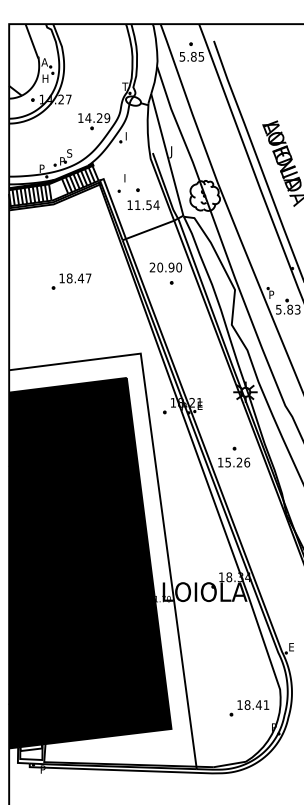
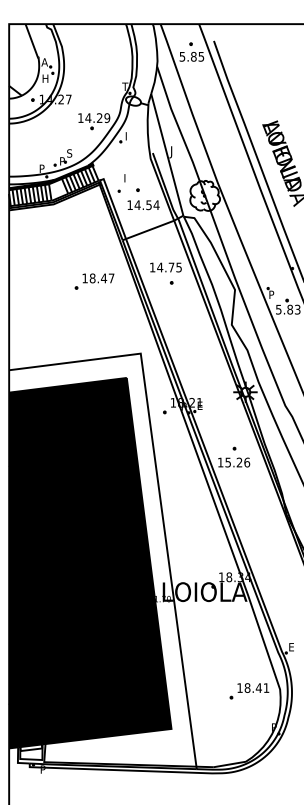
text at (137, 204): 11.54 -> 14.54
text at (165, 267): 20.90 -> 14.75
part at (71, 281) position: (71, 281) -> (94, 281)
part at (249, 708) position: (249, 708) -> (249, 691)
